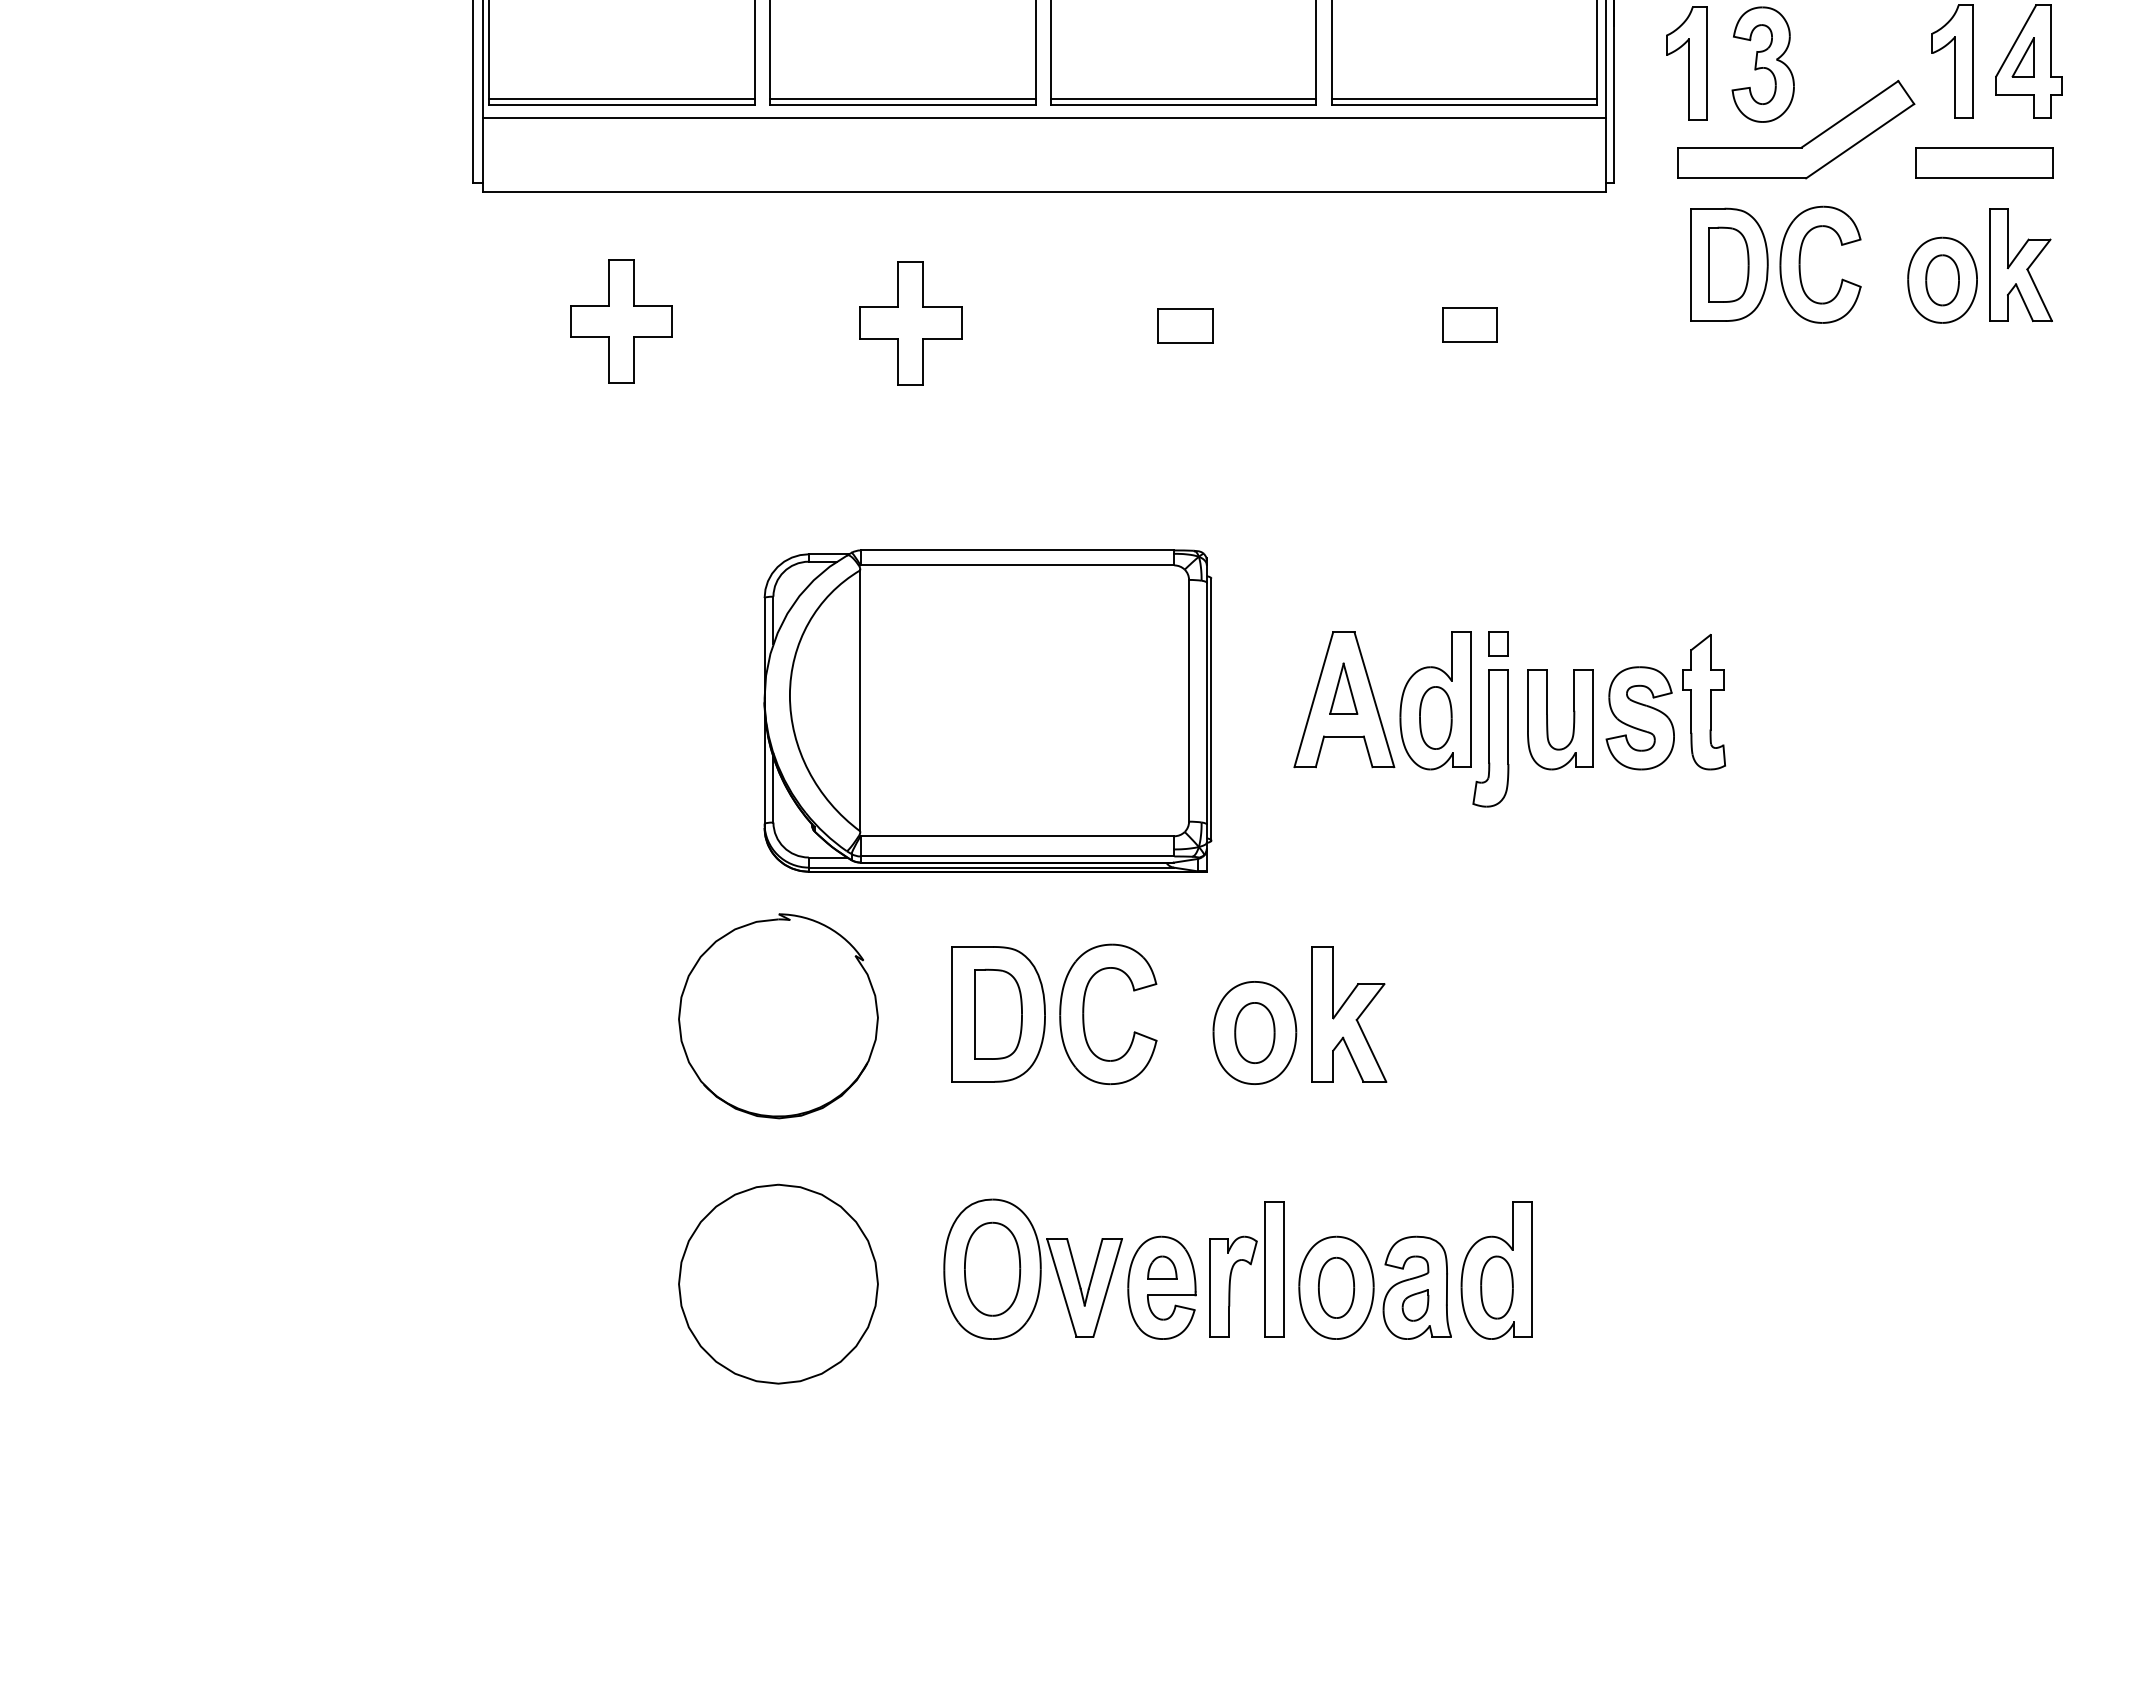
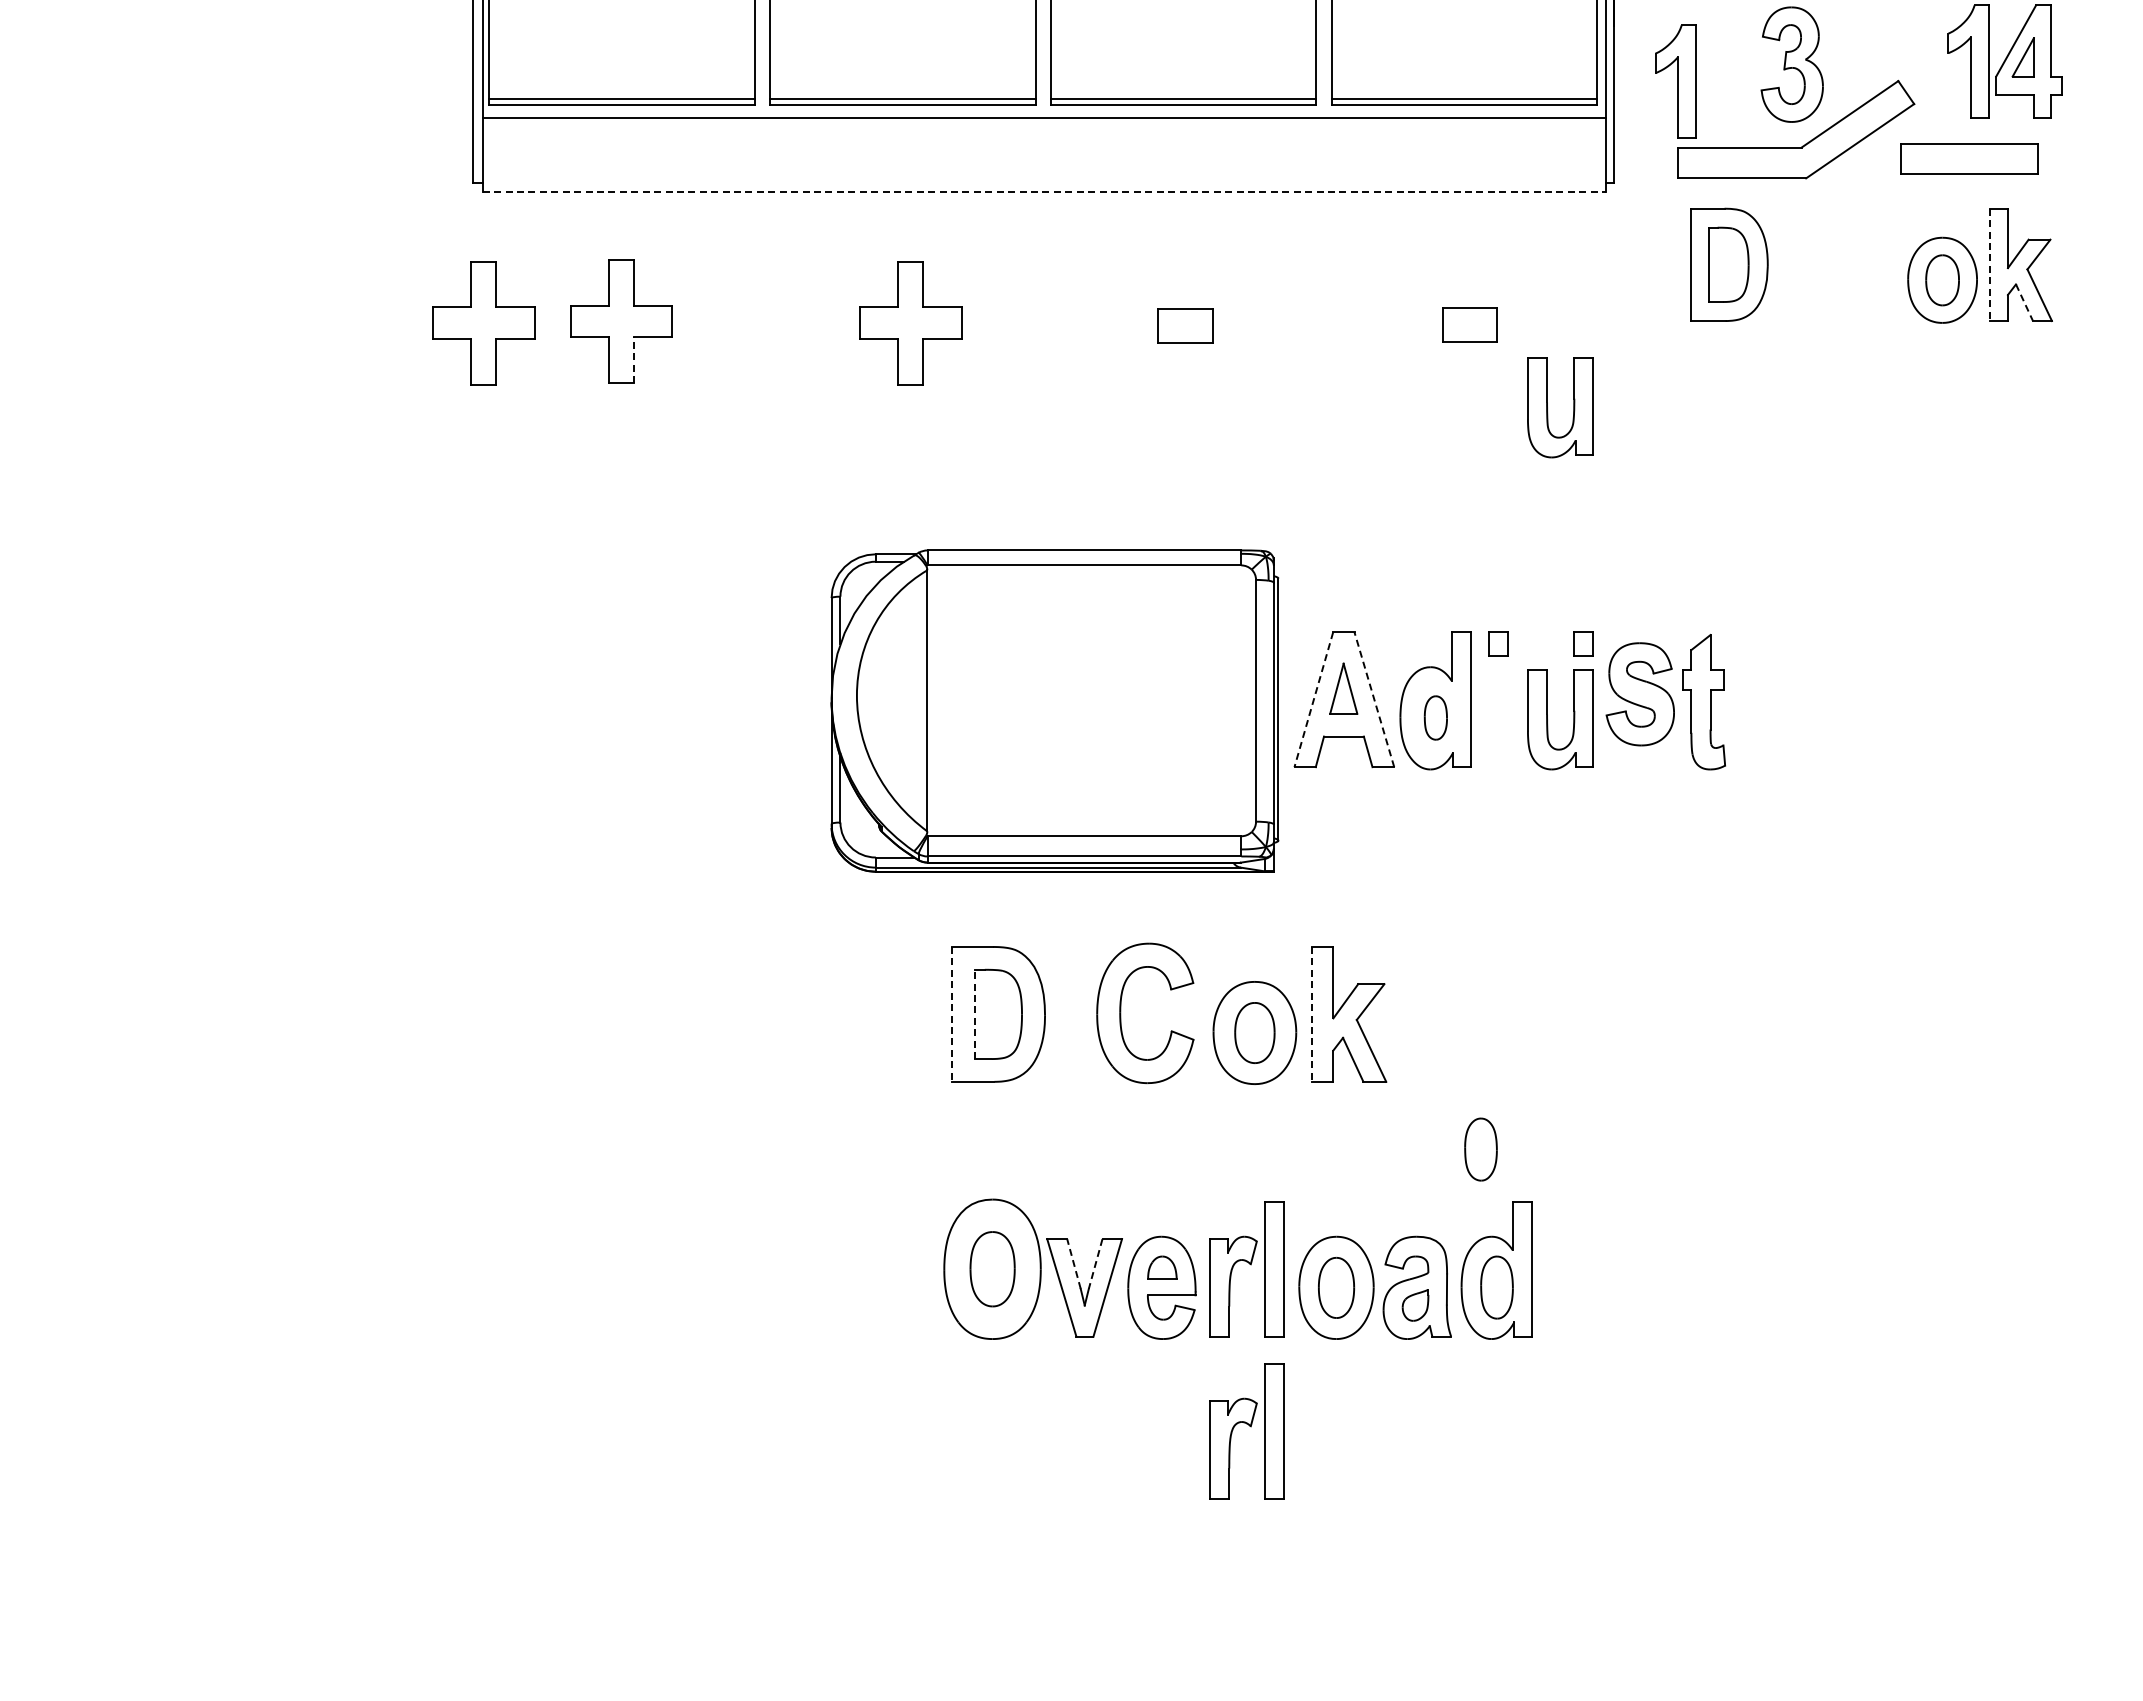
part at (1952, 61) position: (1952, 61) -> (1968, 61)
part at (1686, 63) position: (1686, 63) -> (1675, 81)
part at (1762, 64) position: (1762, 64) -> (1791, 64)
part at (1984, 162) position: (1984, 162) -> (1969, 158)
line at (1044, 191): solid -> dashed
part at (1800, 264): present -> none
line at (1990, 265): solid -> dashed
line at (2024, 303): solid -> dashed
part at (483, 323): none -> present
line at (634, 360): solid -> dashed
part at (1547, 407): none -> present
part at (1583, 643): none -> present
line at (1374, 699): solid -> dashed
line at (1313, 700): solid -> dashed
part at (987, 710) position: (987, 710) -> (1054, 710)
part at (1435, 717) size: 34x64 px -> 25x46 px
part at (1639, 718) position: (1639, 718) -> (1639, 694)
part at (1490, 738): present -> none
part at (1084, 1013) position: (1084, 1013) -> (1121, 1012)
line at (952, 1014): solid -> dashed
line at (974, 1014): solid -> dashed
line at (1312, 1014): solid -> dashed
part at (778, 1016): present -> none
part at (1480, 1149): none -> present
line at (1073, 1264): solid -> dashed
line at (1095, 1264): solid -> dashed
part at (992, 1268) size: 58x96 px -> 47x77 px
part at (778, 1283): present -> none
part at (1246, 1431): none -> present
